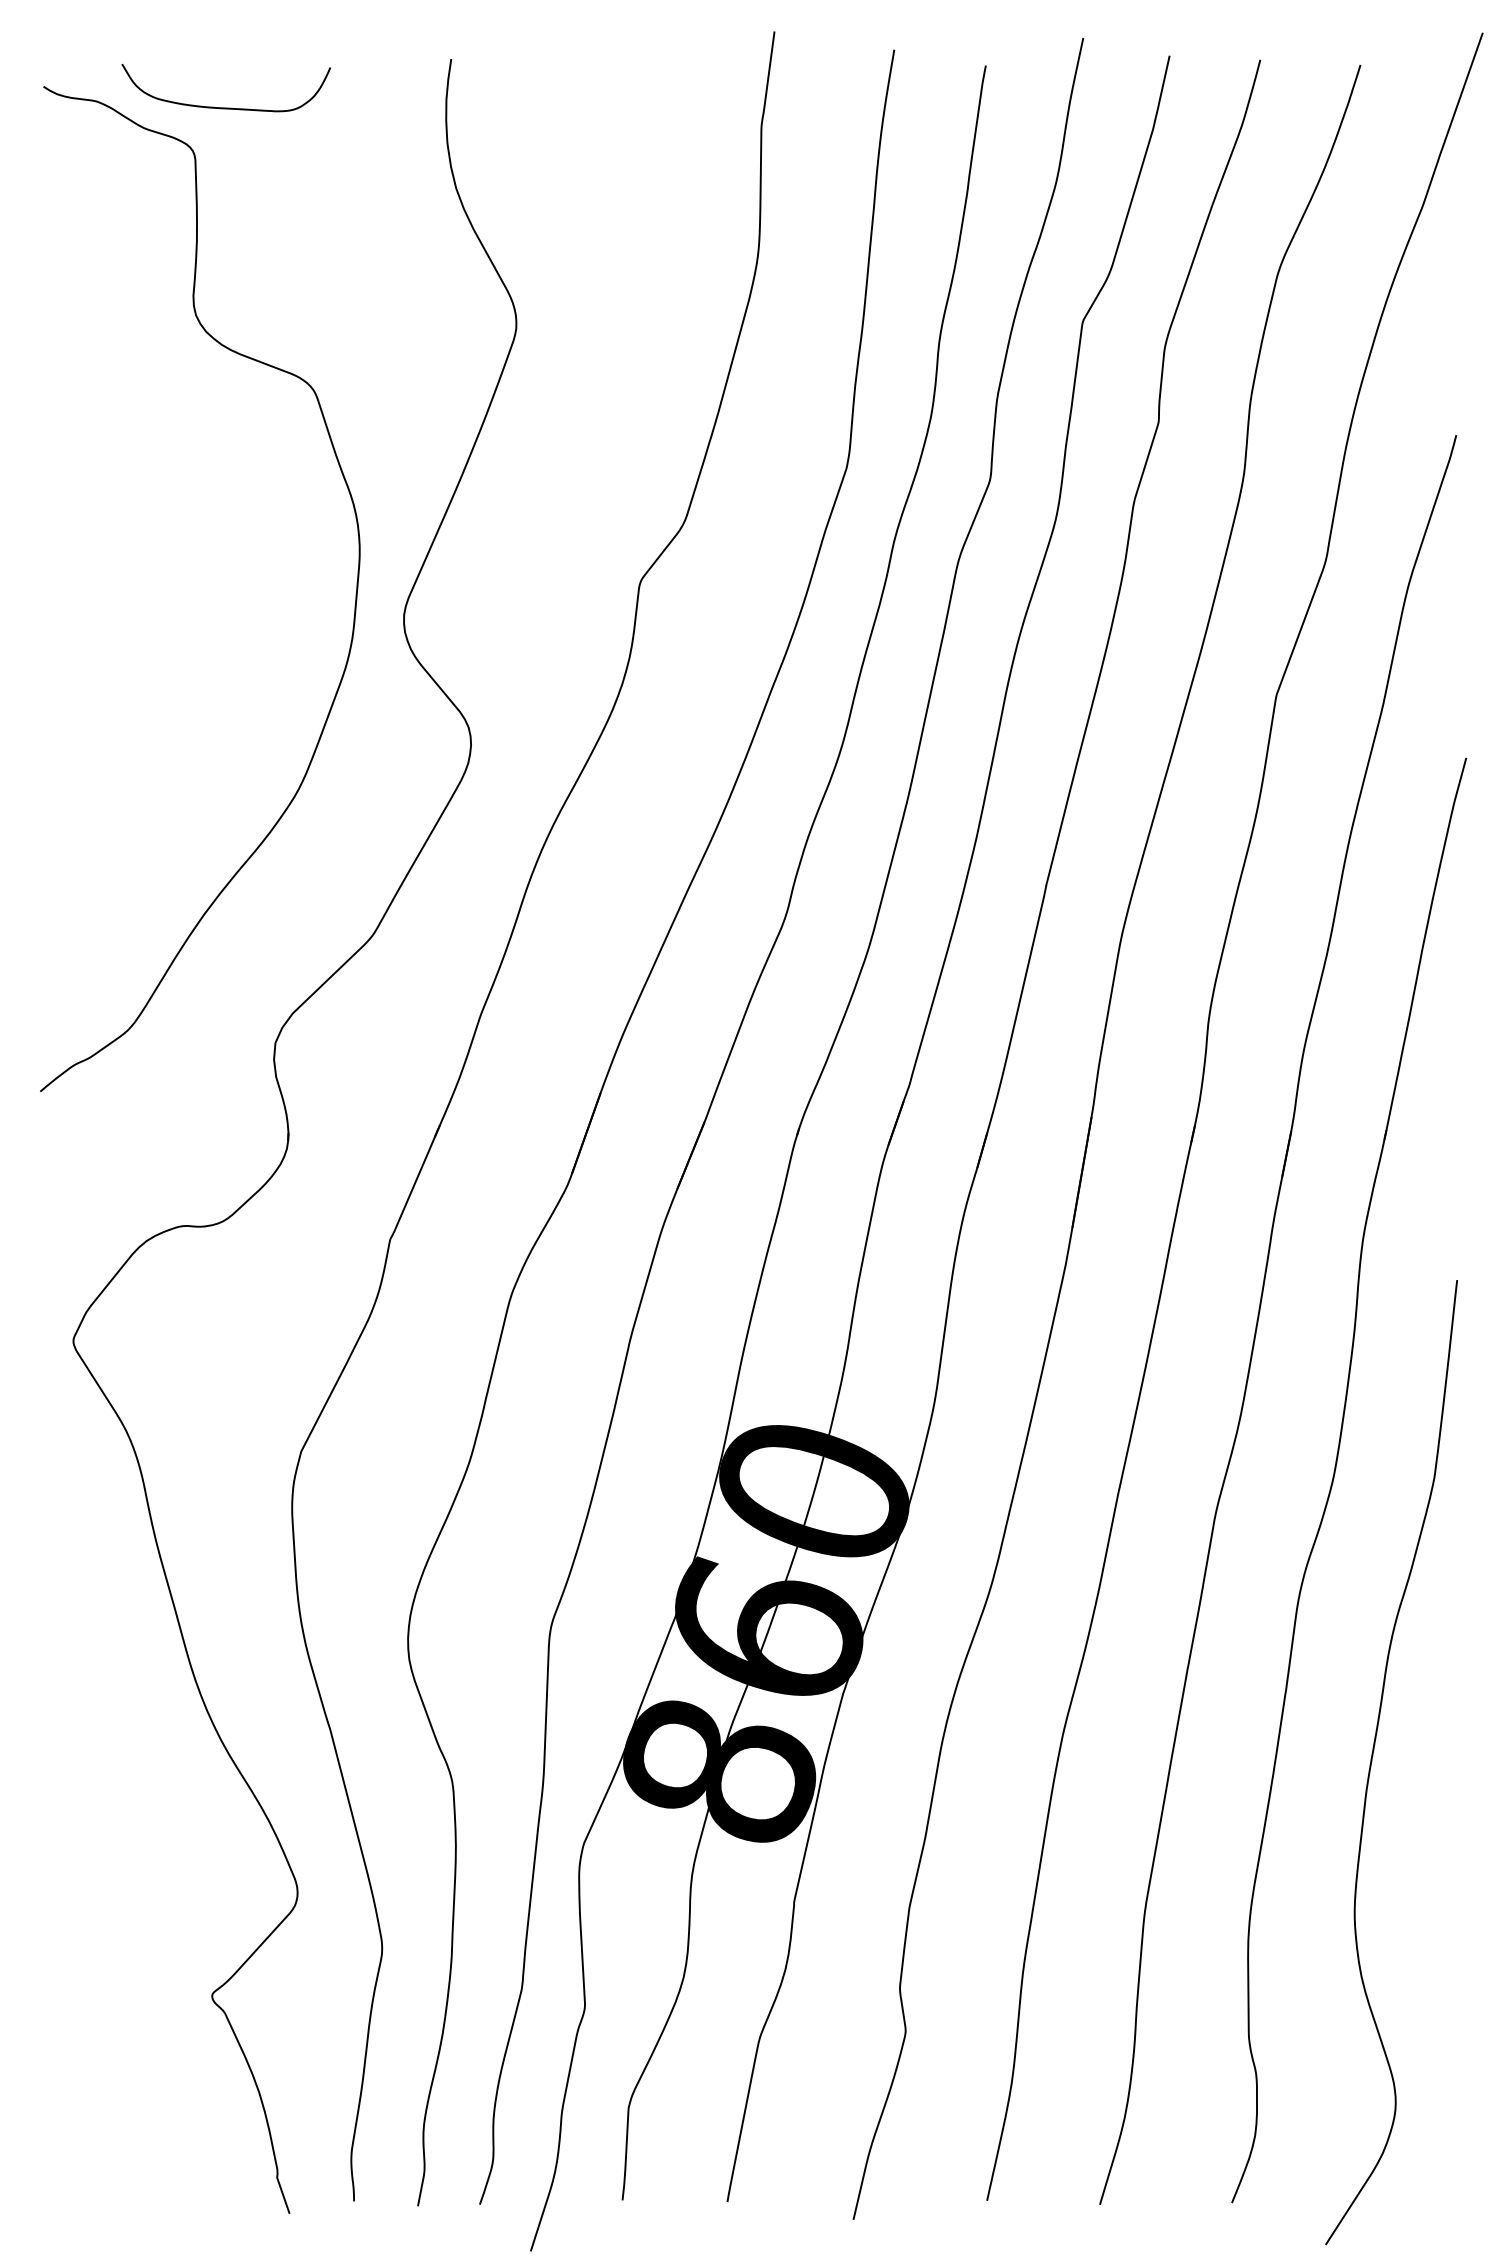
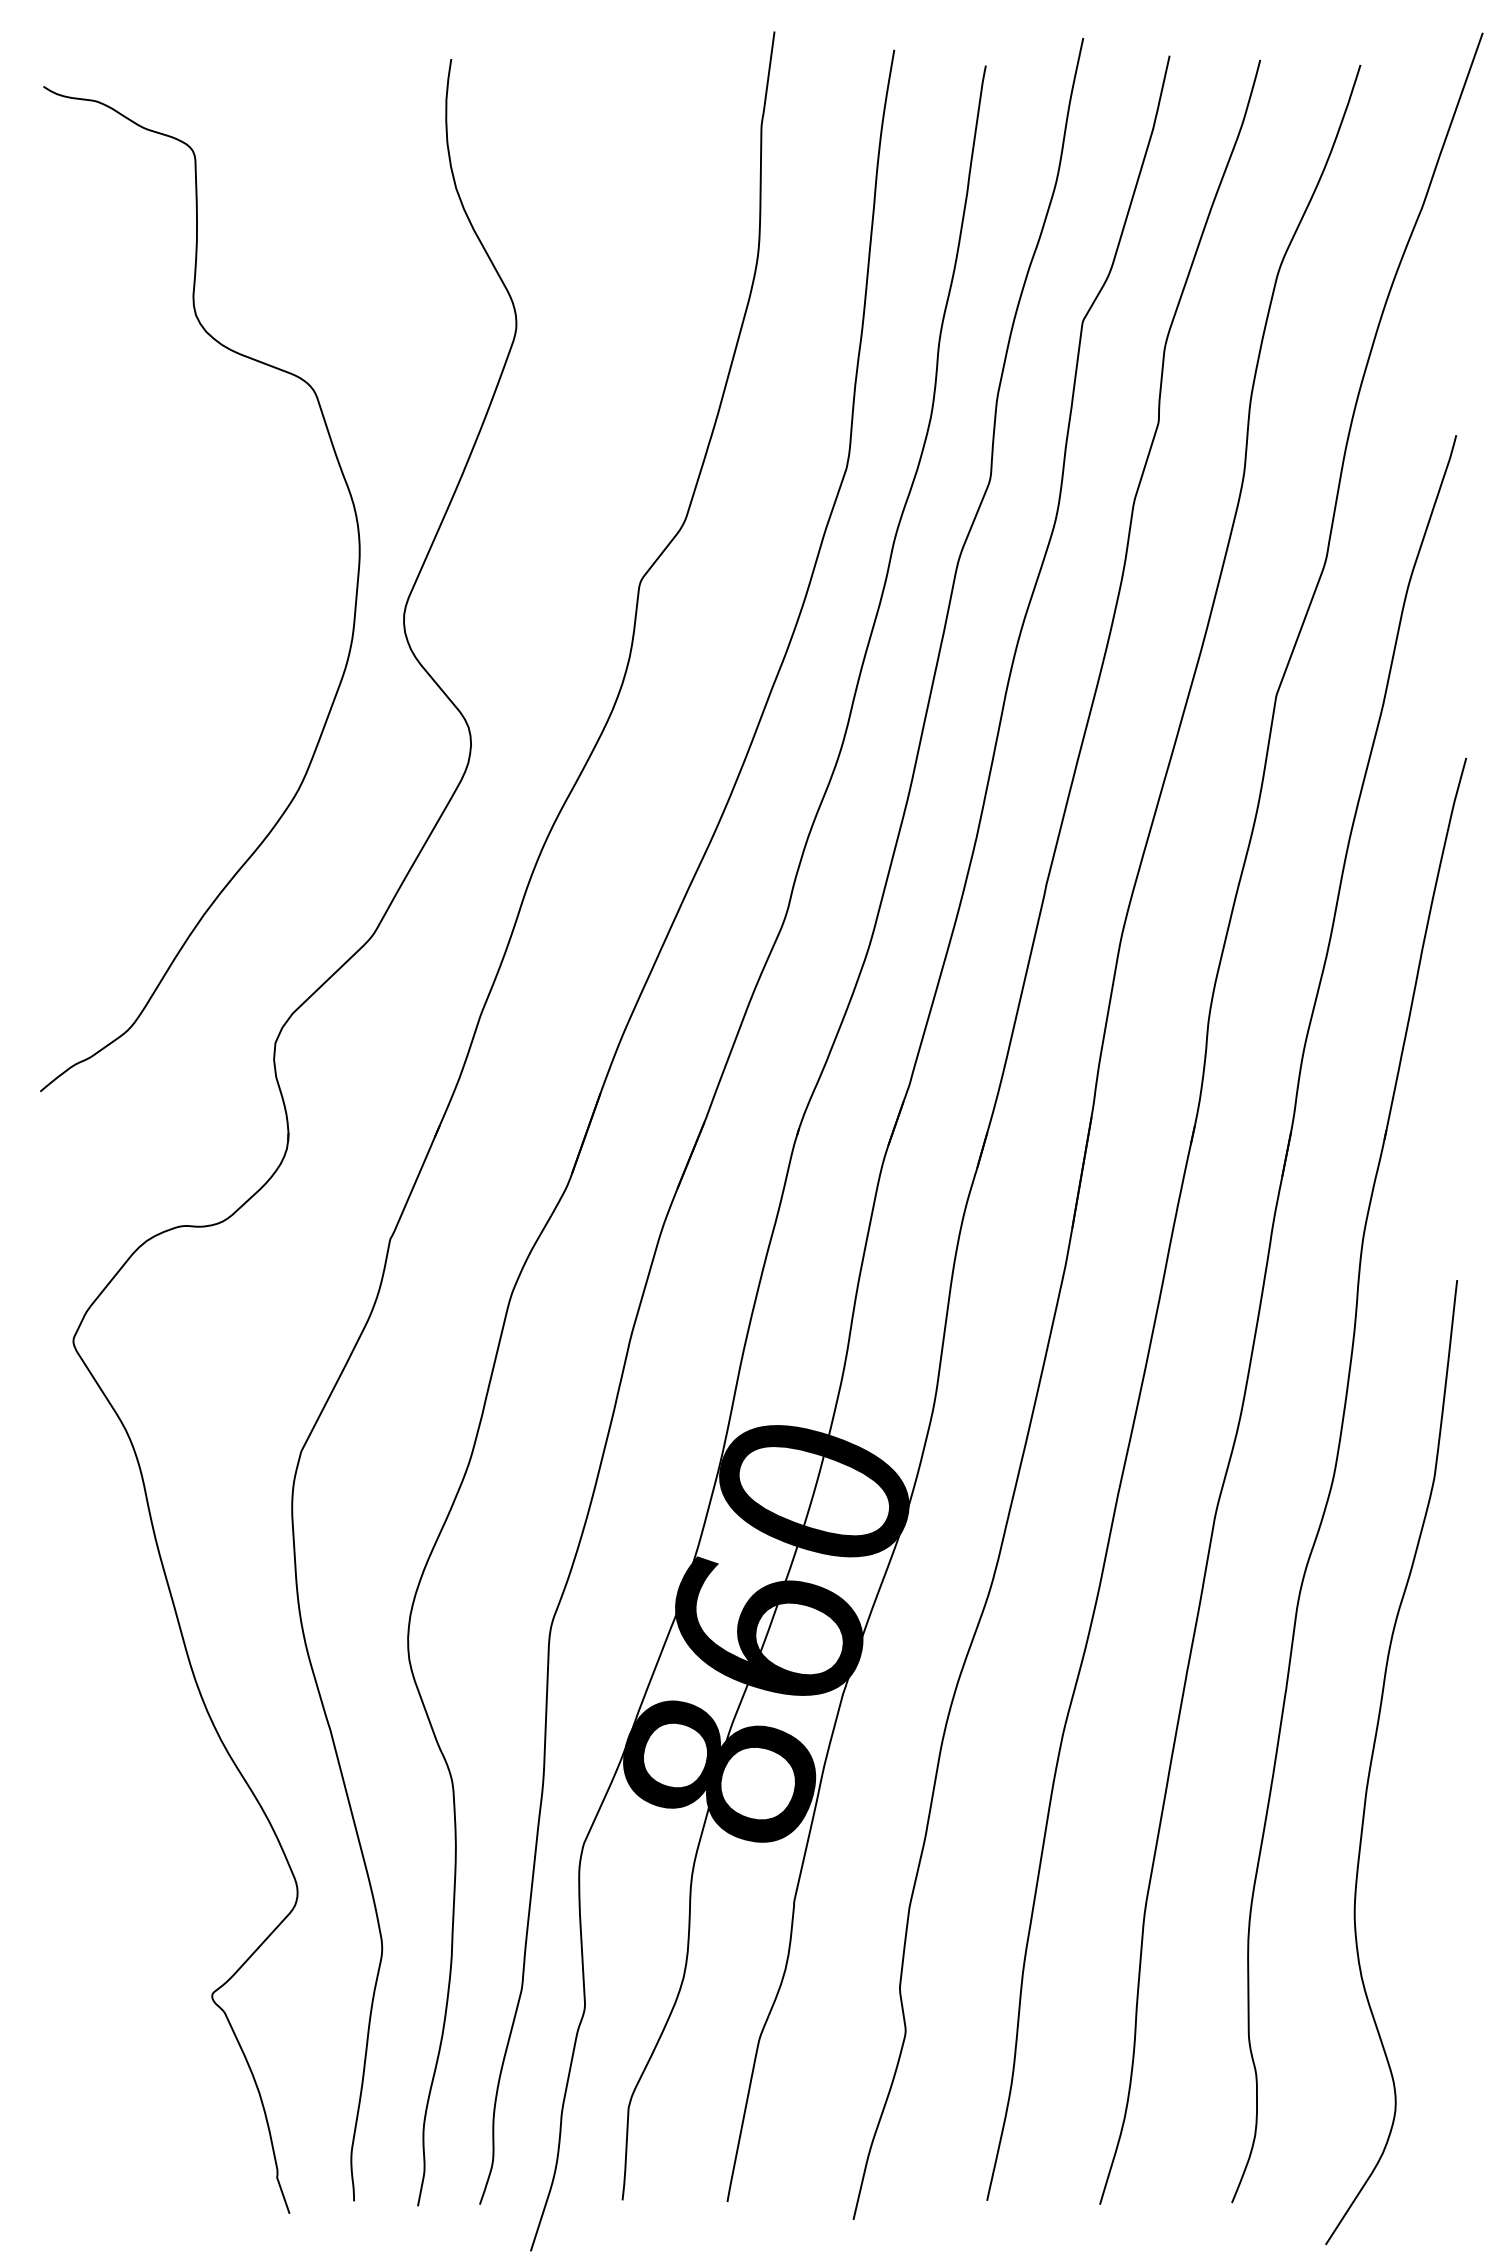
curve at (225, 107): present -> none
